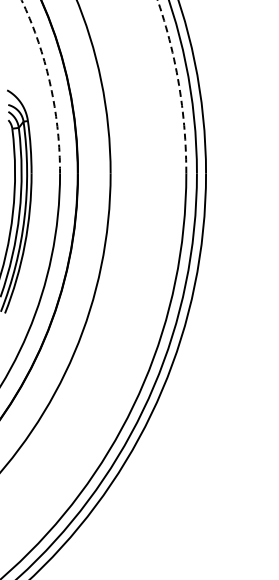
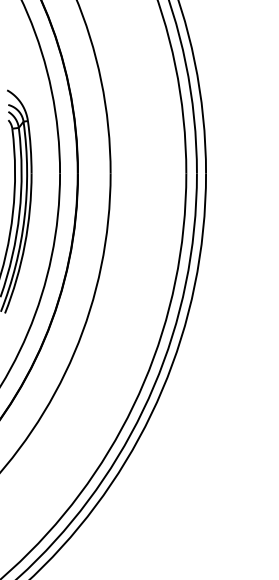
arc at (50, 84): dashed -> solid
arc at (179, 86): dashed -> solid
